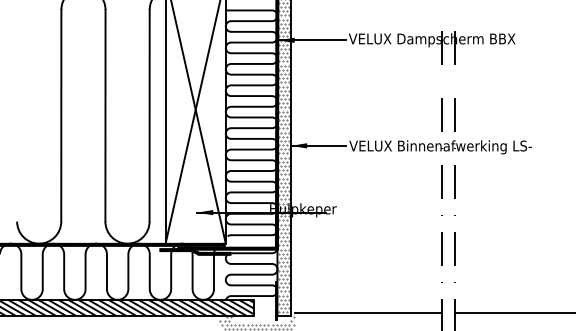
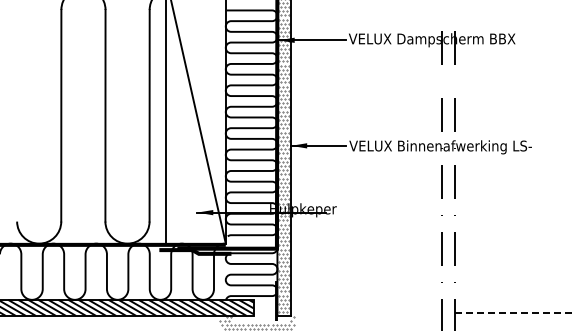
line at (192, 122): present -> none
line at (368, 313): present -> none
line at (515, 313): solid -> dashed
